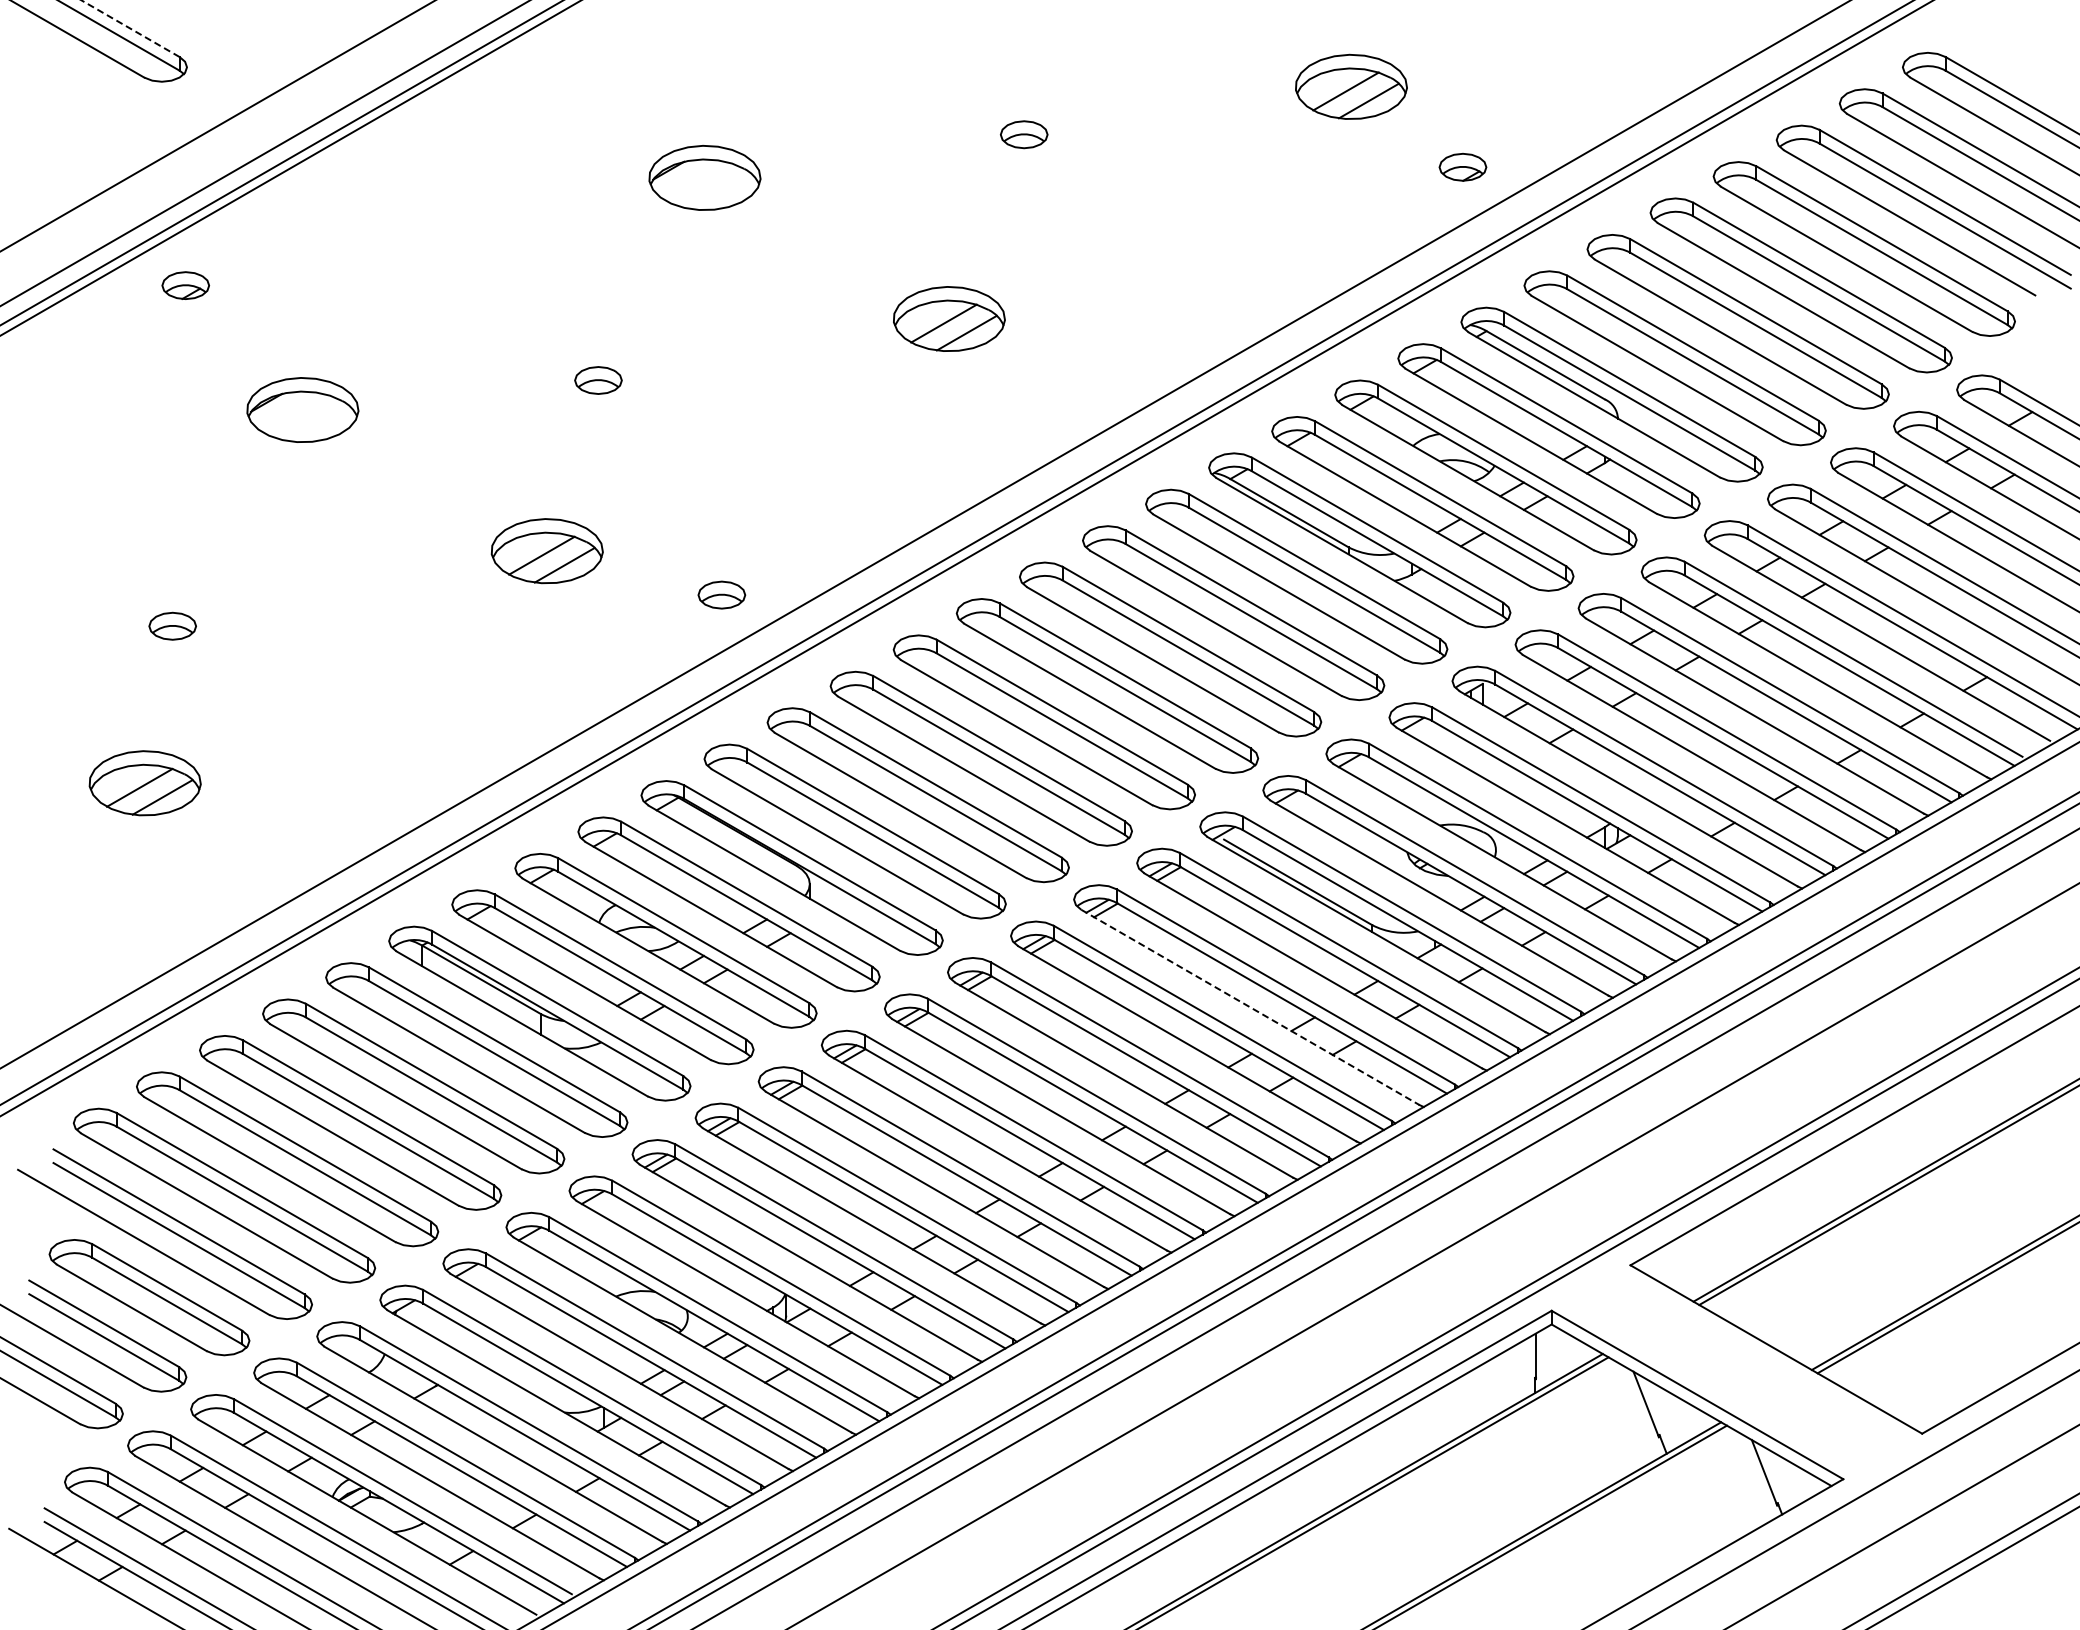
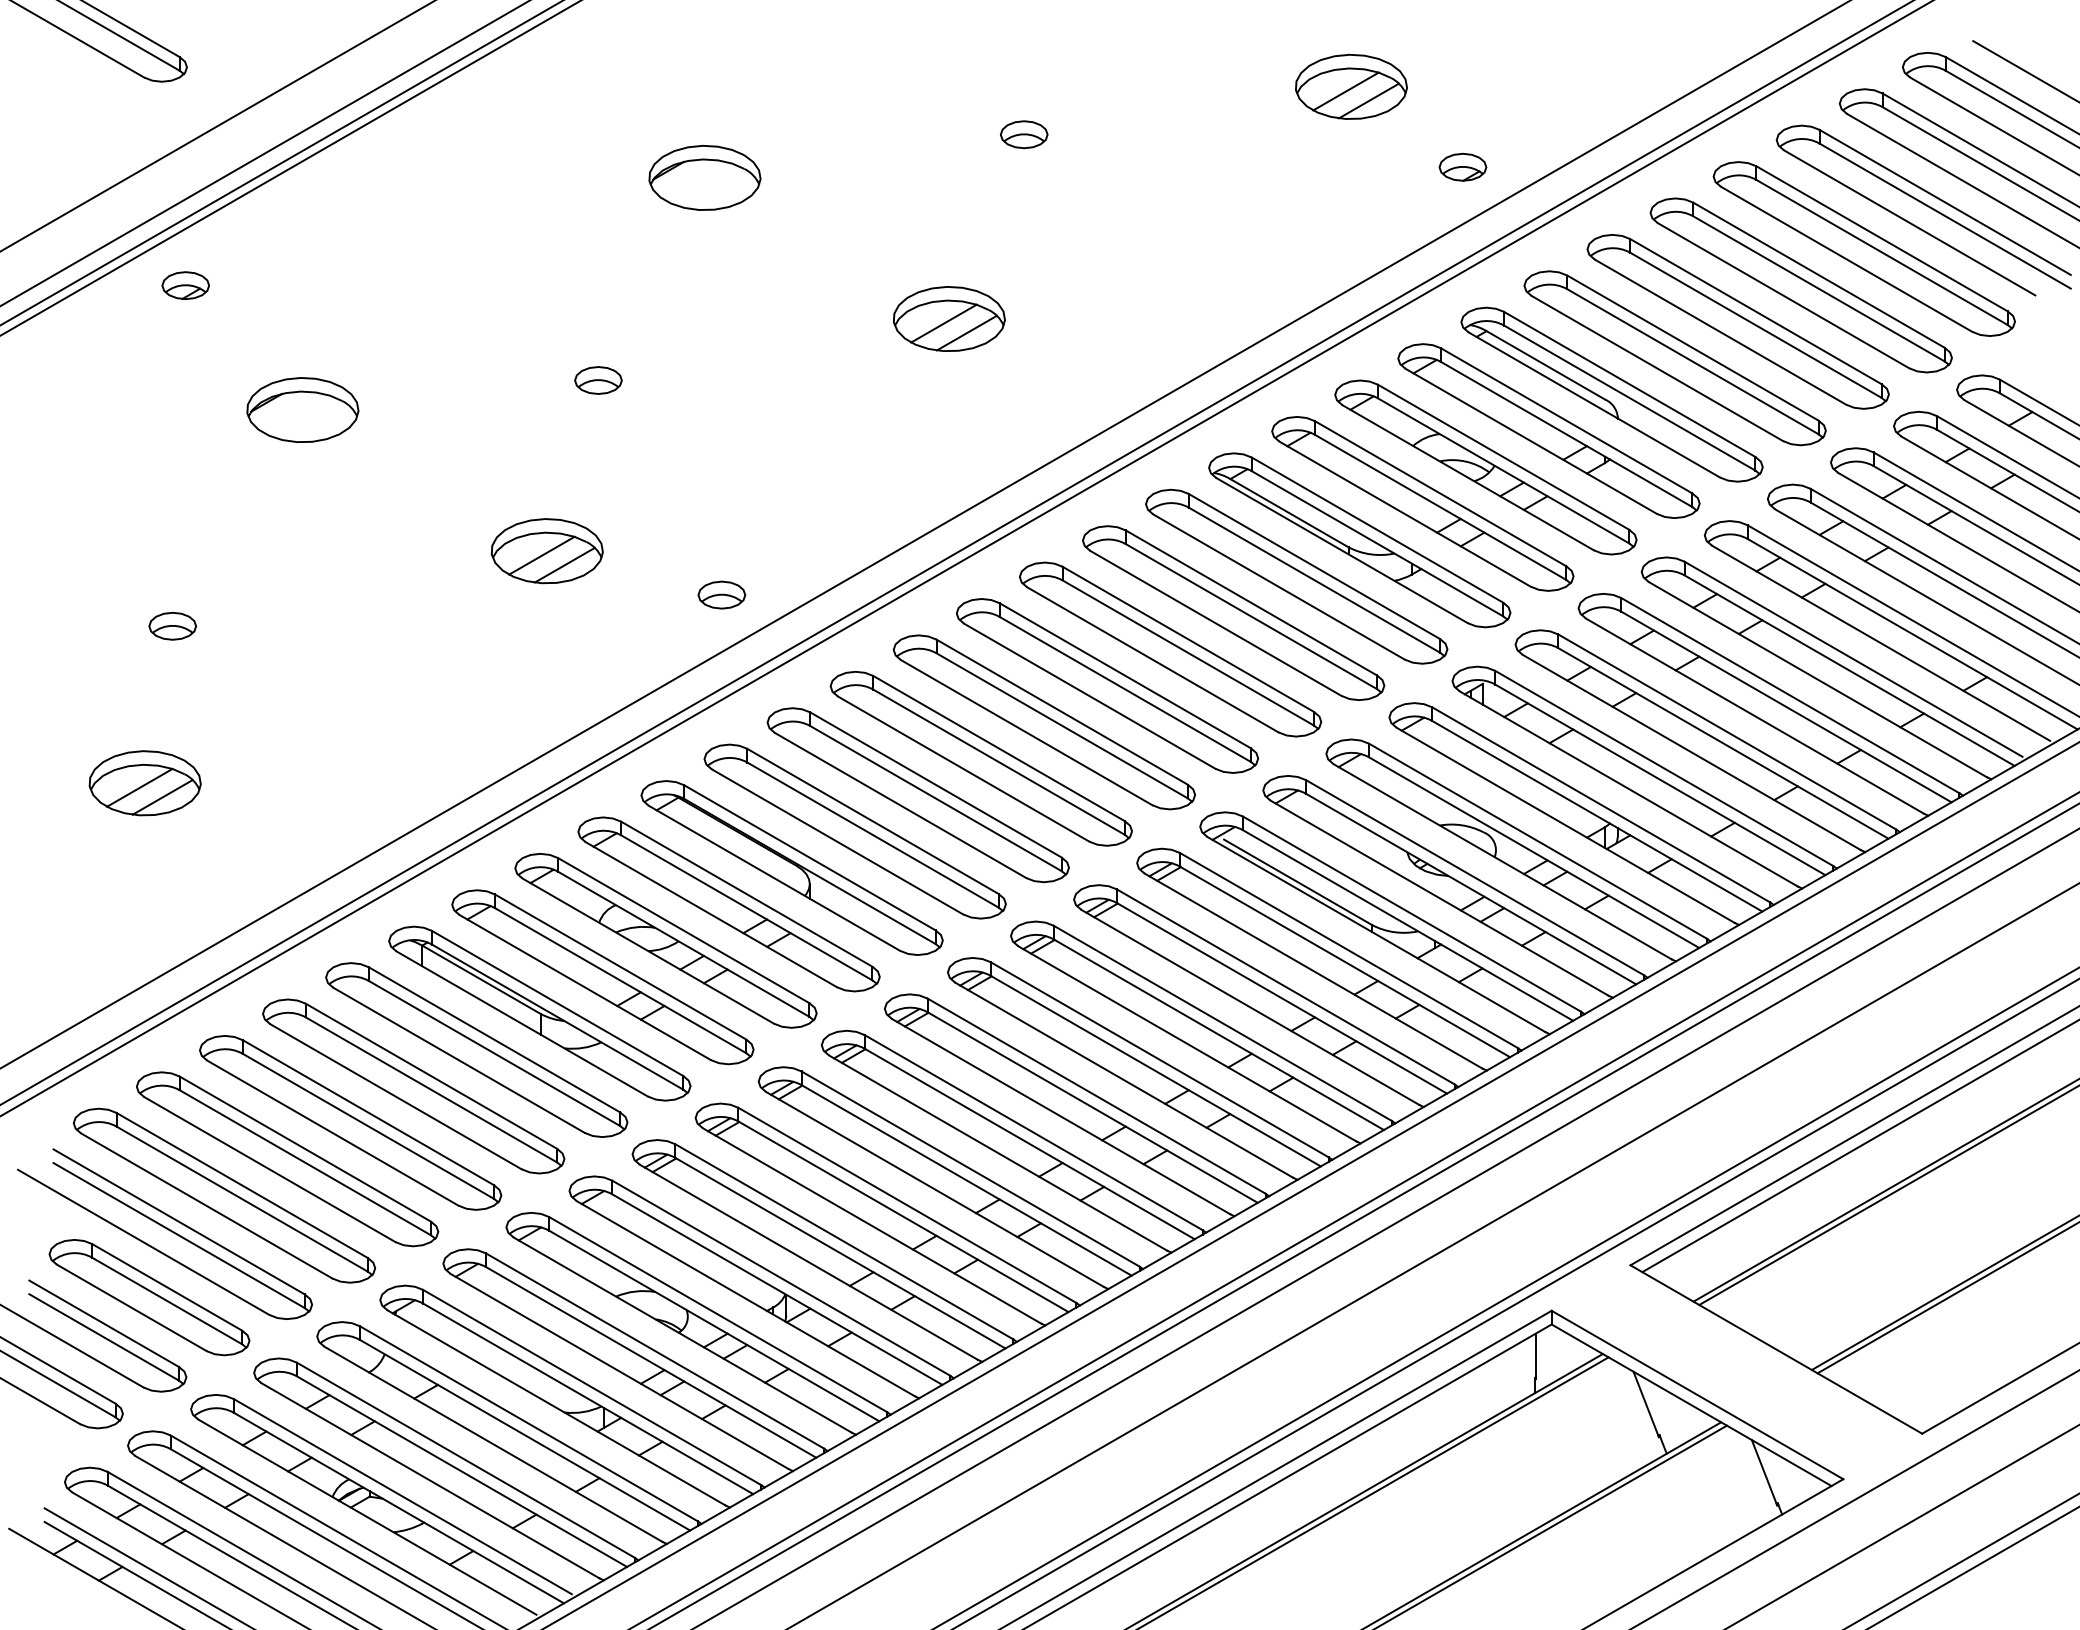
line at (130, 28): dashed -> solid
line at (2024, 70): none -> present
line at (1250, 1007): dashed -> solid
line at (1859, 1146): none -> present
